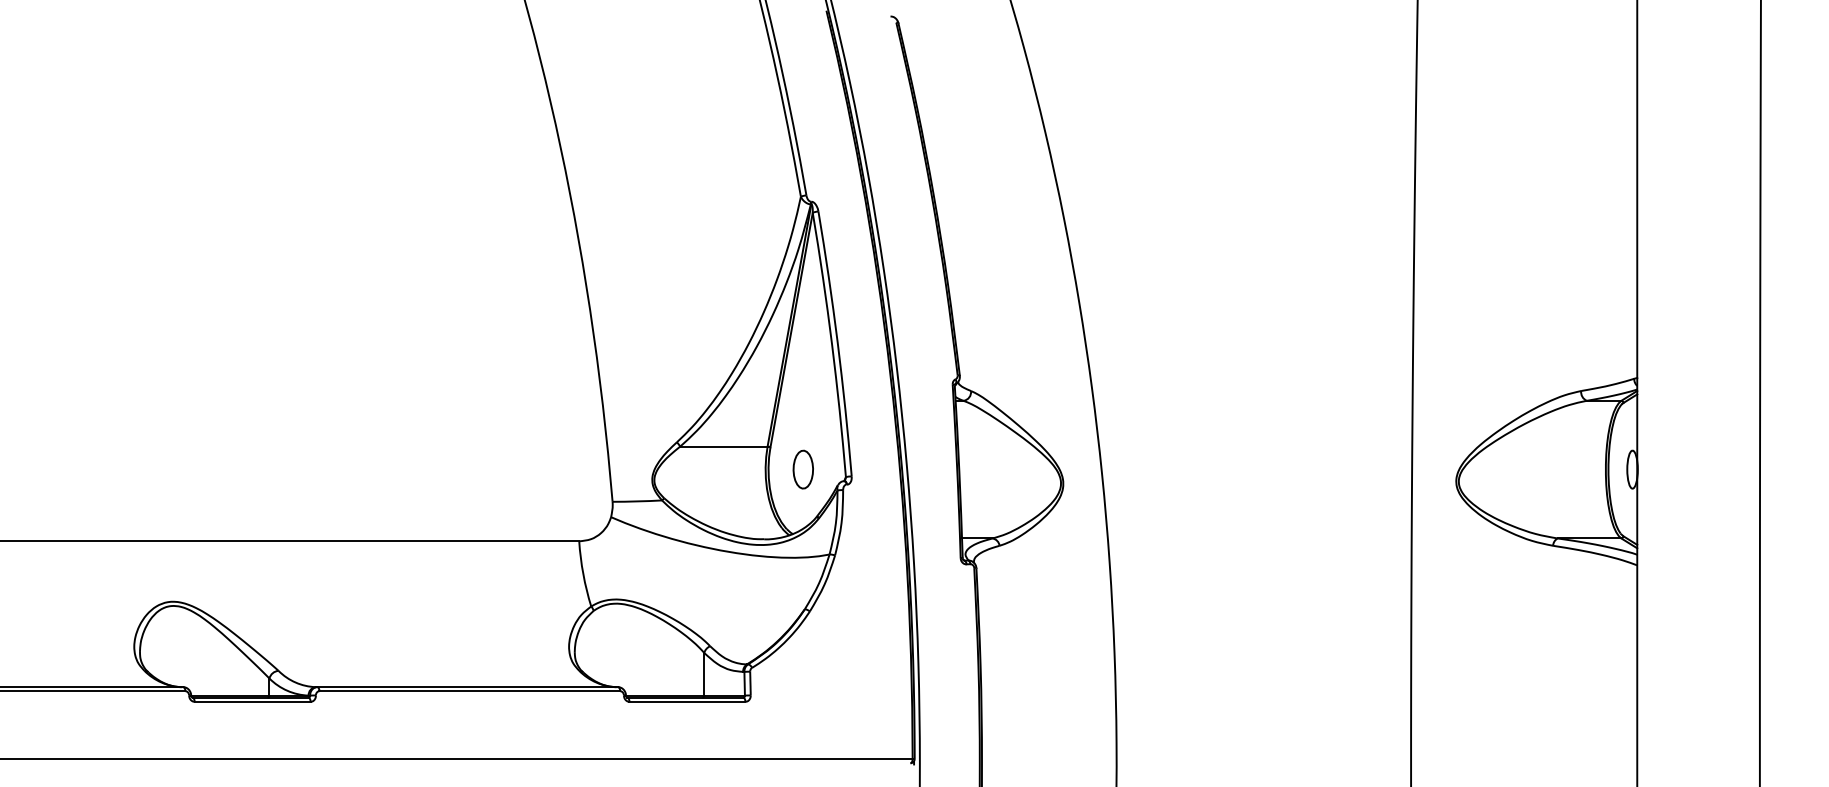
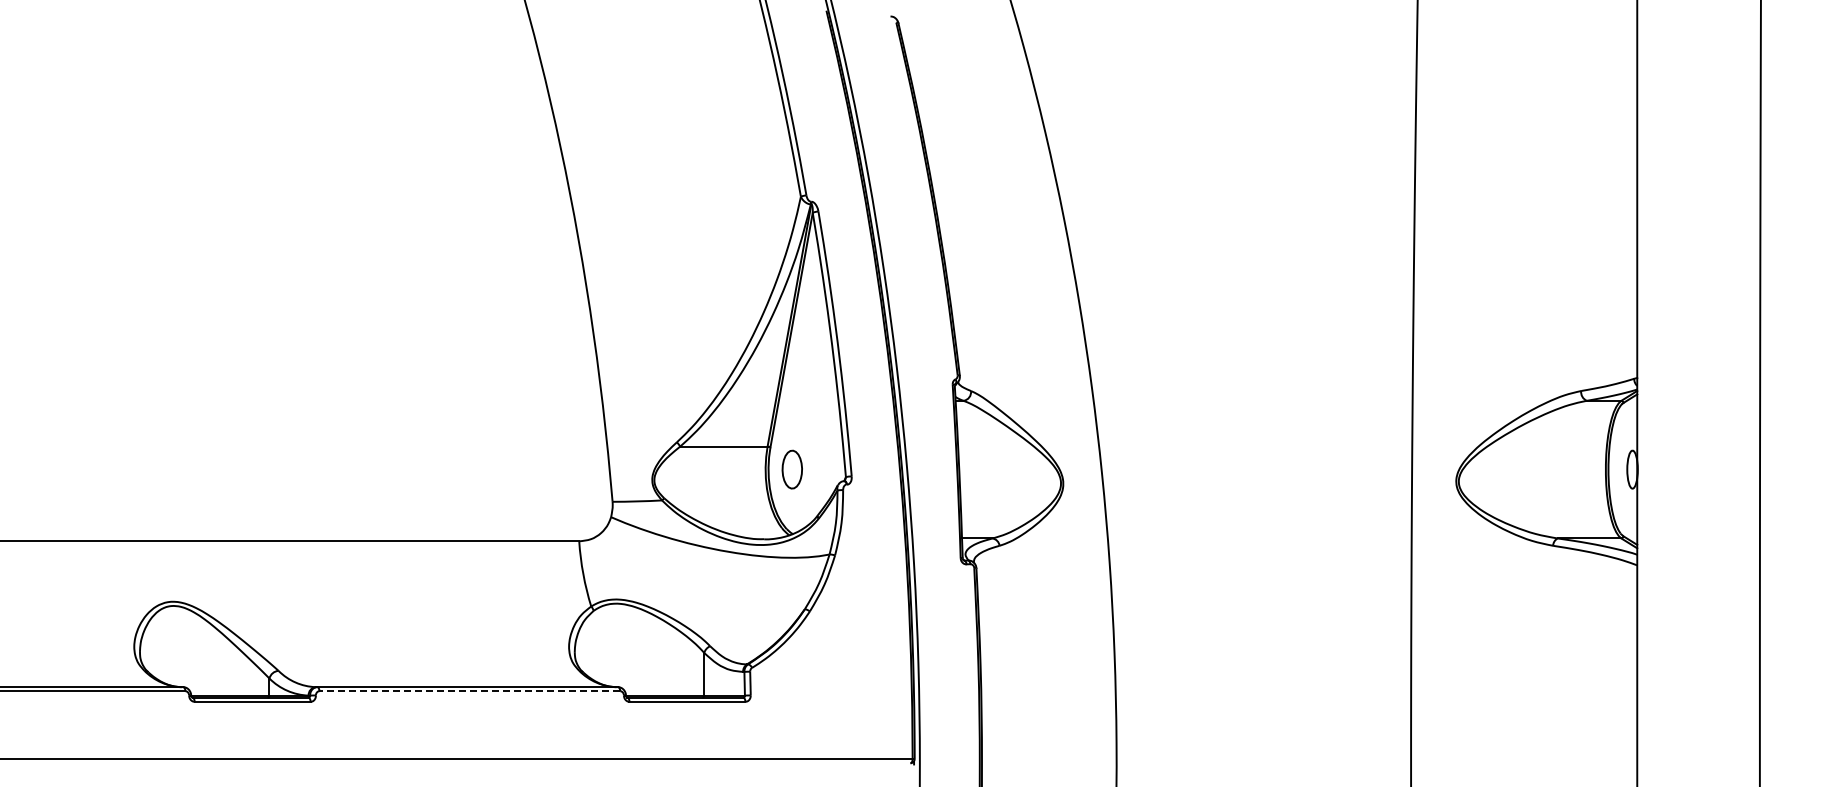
part at (802, 469) position: (802, 469) -> (791, 469)
line at (469, 691): solid -> dashed
